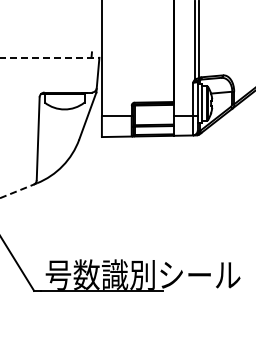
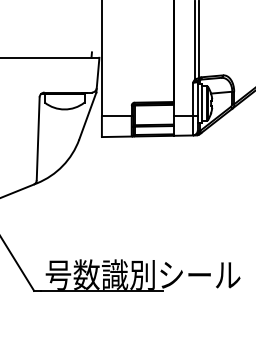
line at (50, 57): dashed -> solid
line at (18, 190): dashed -> solid
